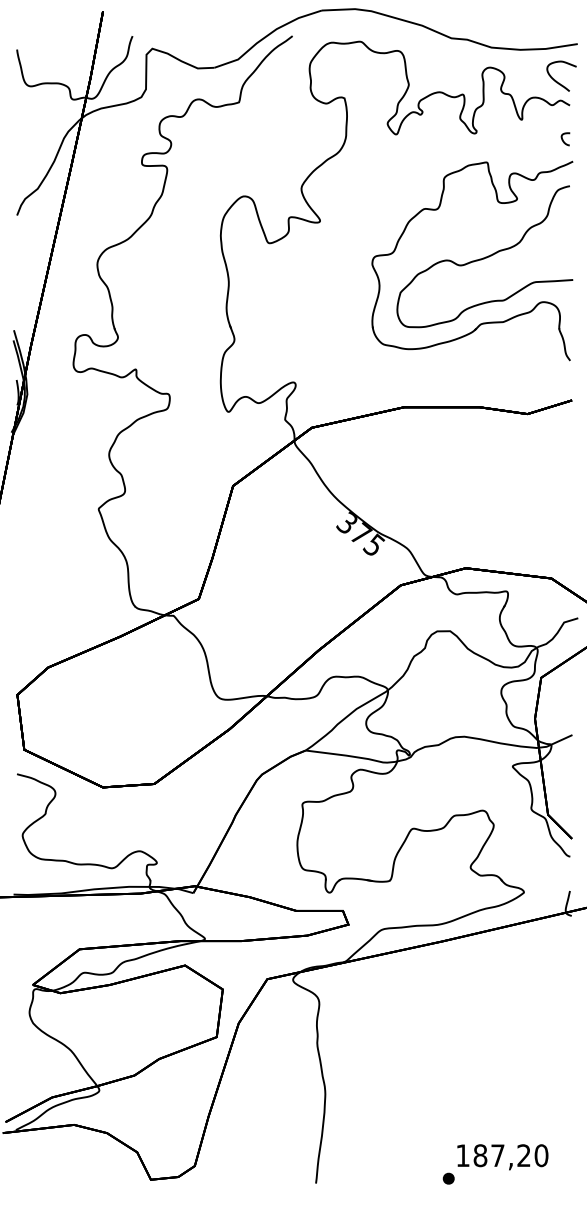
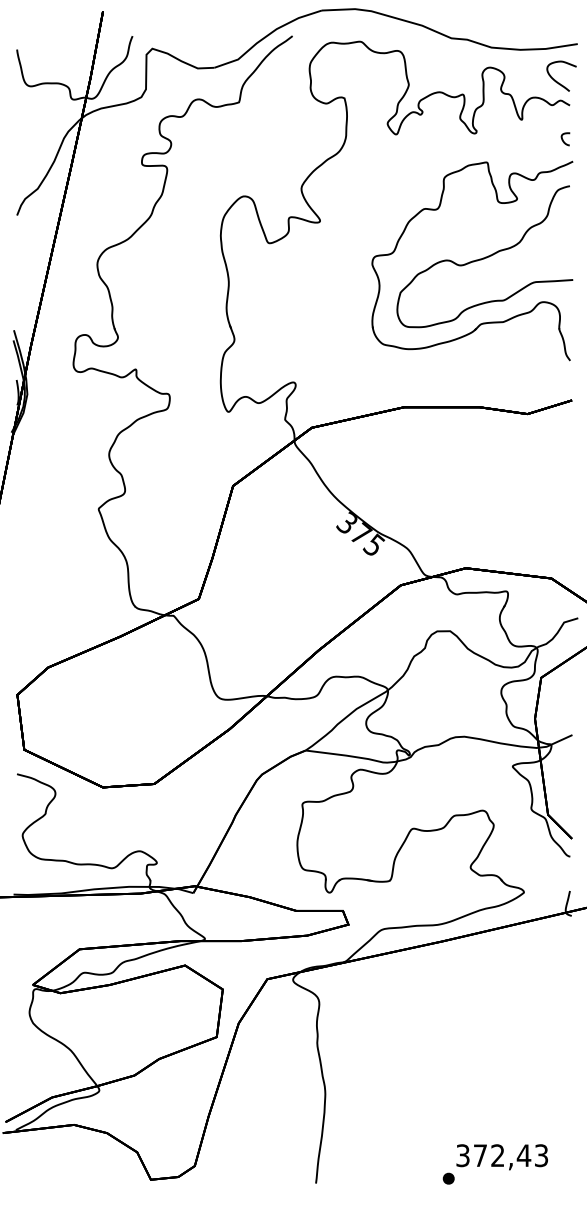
text at (502, 1155): 187,20 -> 372,43
